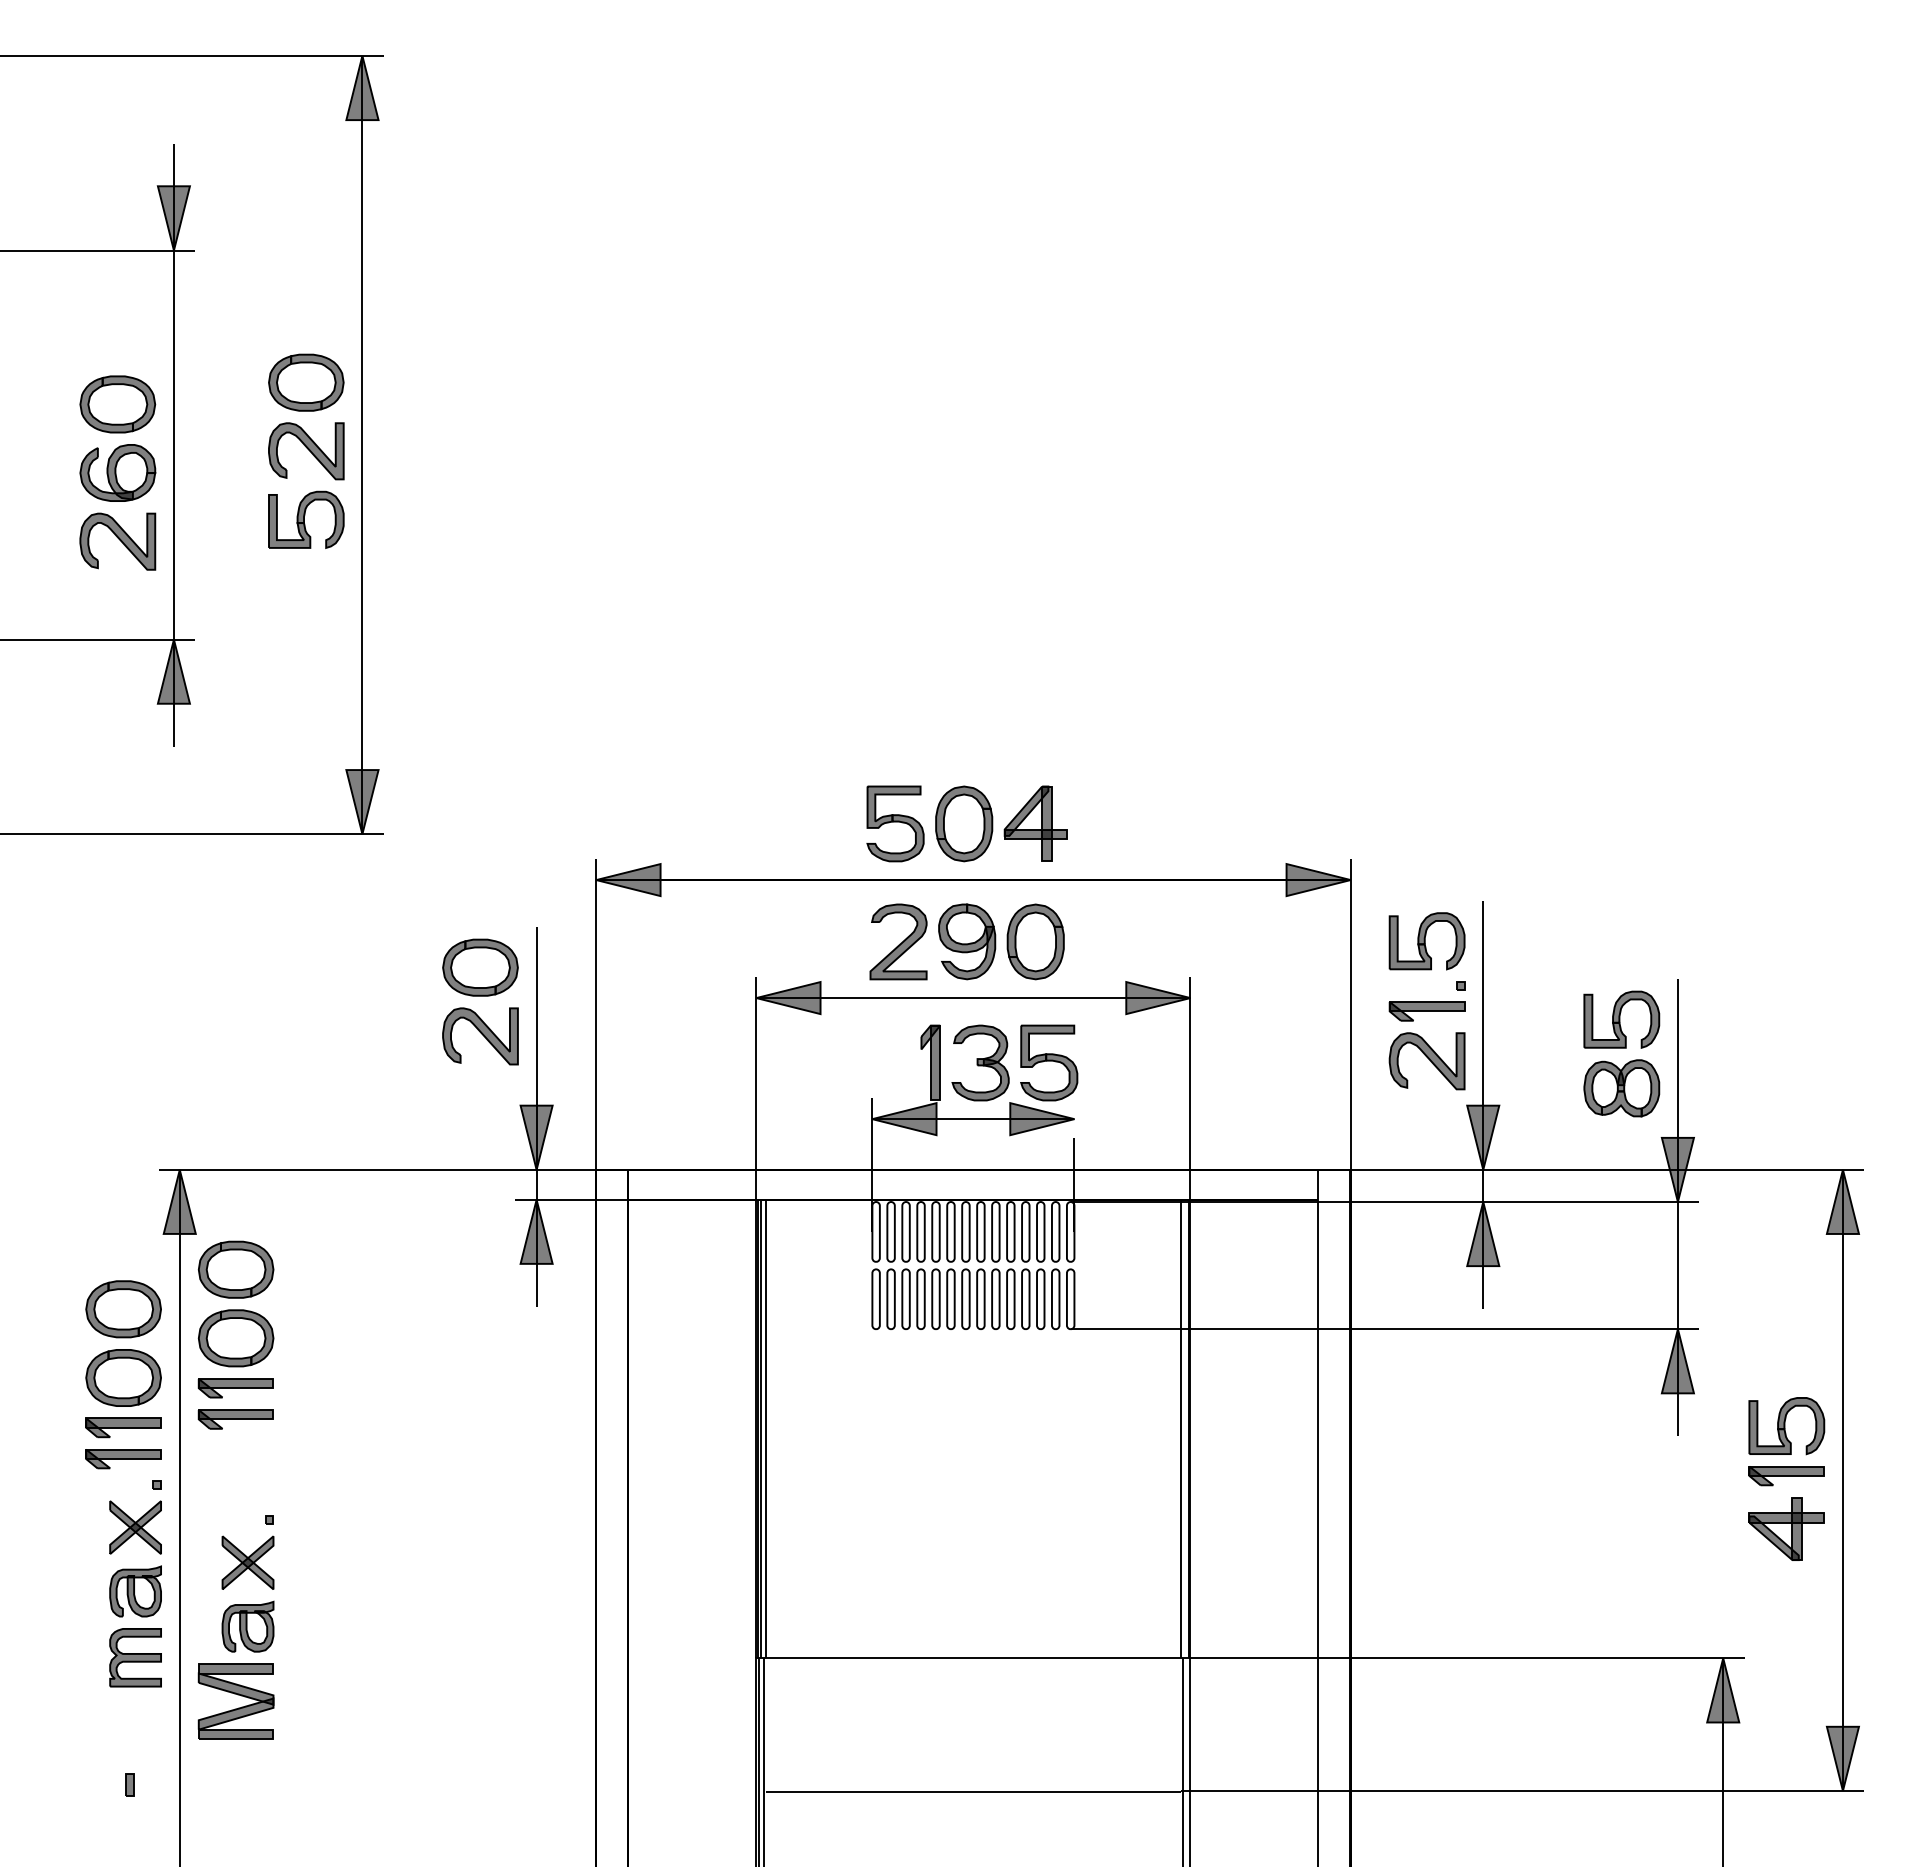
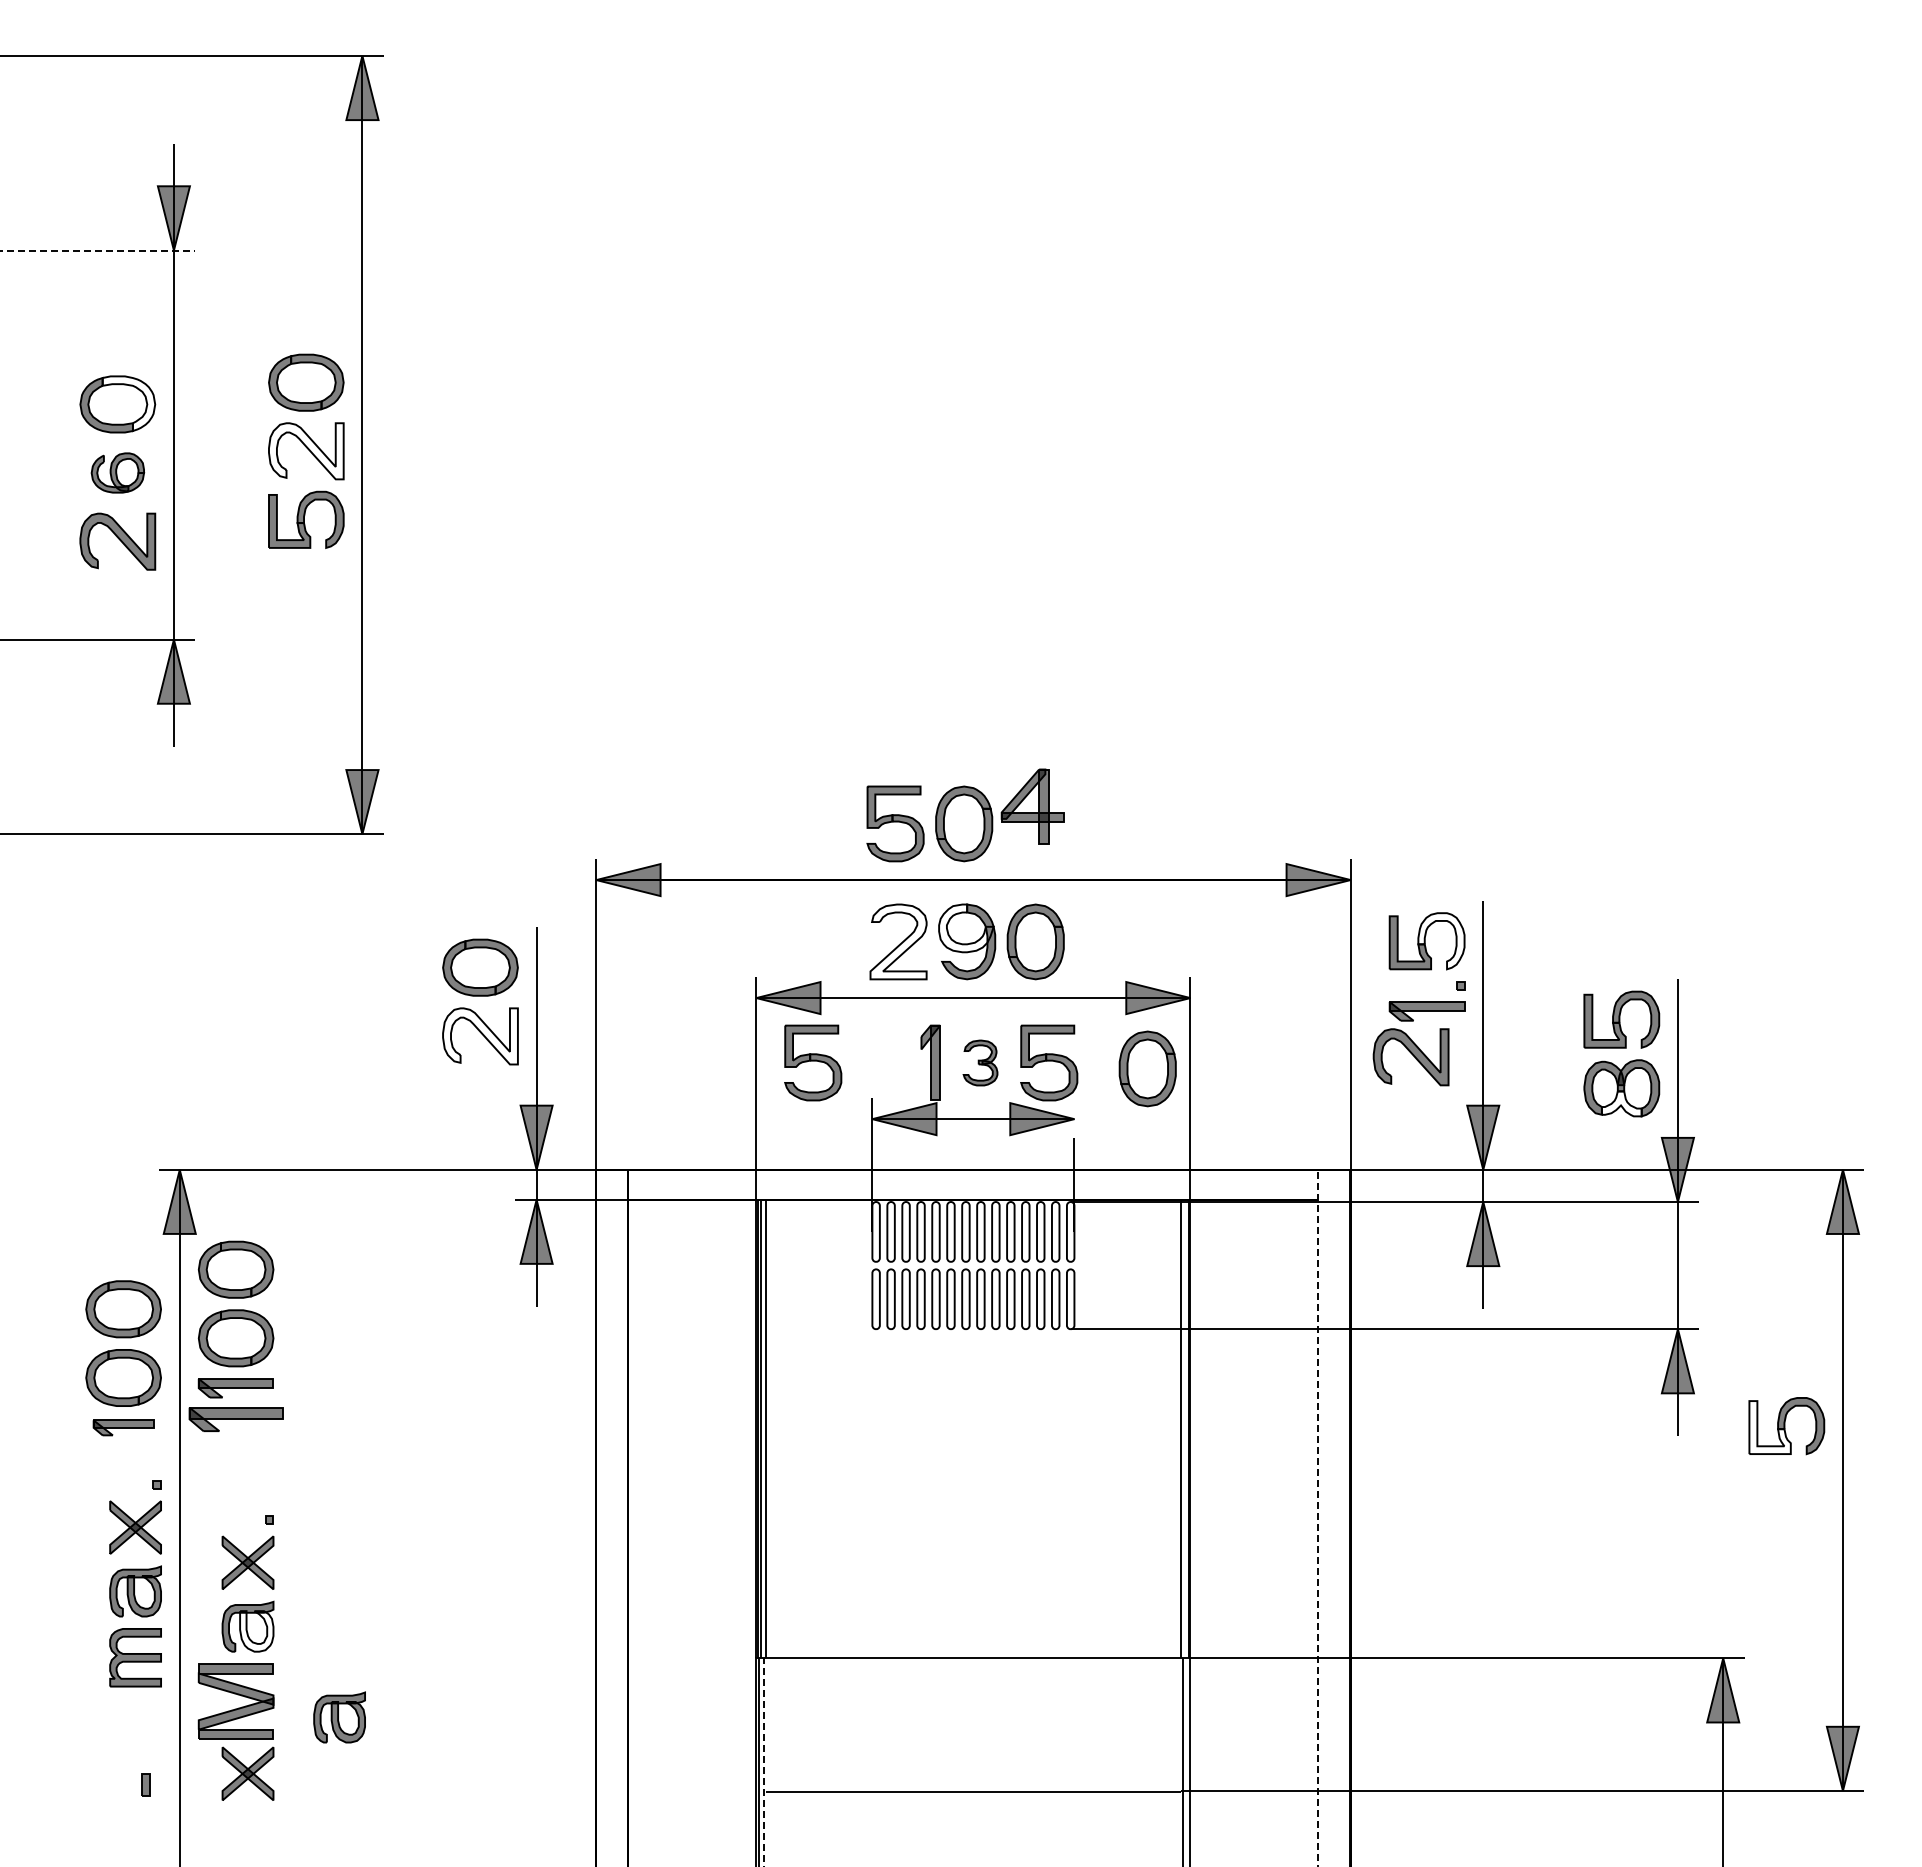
line at (98, 250): solid -> dashed
fill at (128, 403): present -> none
fill at (305, 451): present -> none
part at (117, 472) size: 78x58 px -> 56x42 px
part at (1035, 823) position: (1035, 823) -> (1032, 806)
fill at (966, 928): present -> none
fill at (898, 941): present -> none
fill at (1441, 941): present -> none
fill at (480, 1036): present -> none
part at (1426, 1061) position: (1426, 1061) -> (1410, 1057)
part at (813, 1062): none -> present
part at (980, 1062) size: 59x78 px -> 37x48 px
part at (1147, 1068): none -> present
fill at (1621, 1103): present -> none
part at (235, 1419) size: 77x21 px -> 96x25 px
part at (123, 1427) size: 77x22 px -> 63x18 px
fill at (1769, 1427): present -> none
part at (123, 1459): present -> none
part at (1786, 1476): present -> none
line at (1318, 1517): solid -> dashed
part at (1786, 1528): present -> none
fill at (256, 1631): present -> none
part at (339, 1717): none -> present
line at (763, 1762): solid -> dashed
part at (247, 1773): none -> present
part at (129, 1784) position: (129, 1784) -> (145, 1784)
